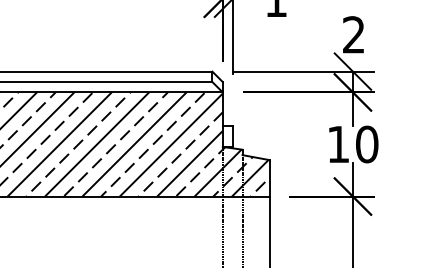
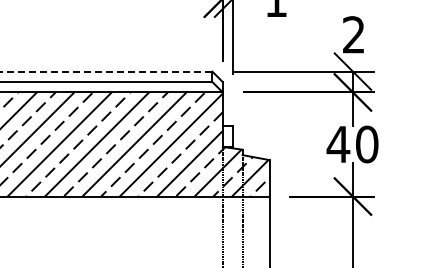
line at (106, 71): solid -> dashed
text at (338, 144): 10 -> 40
